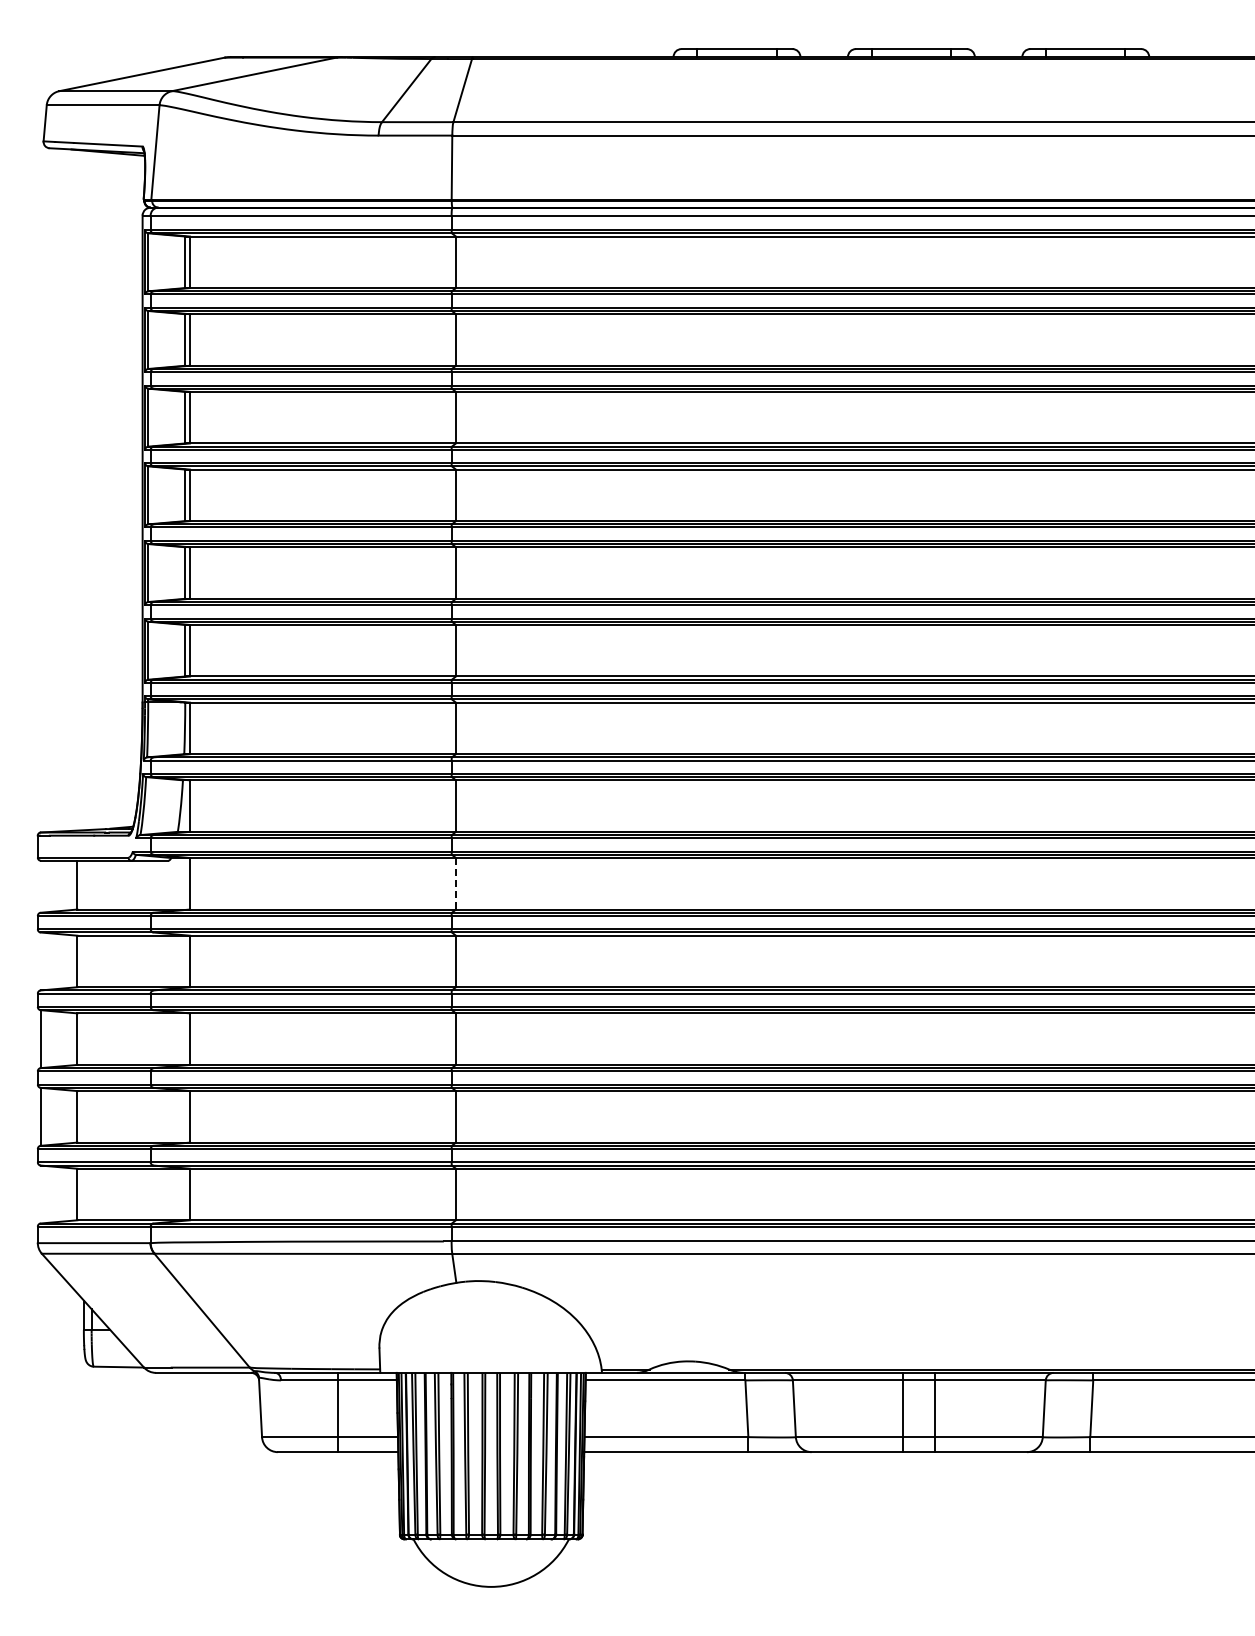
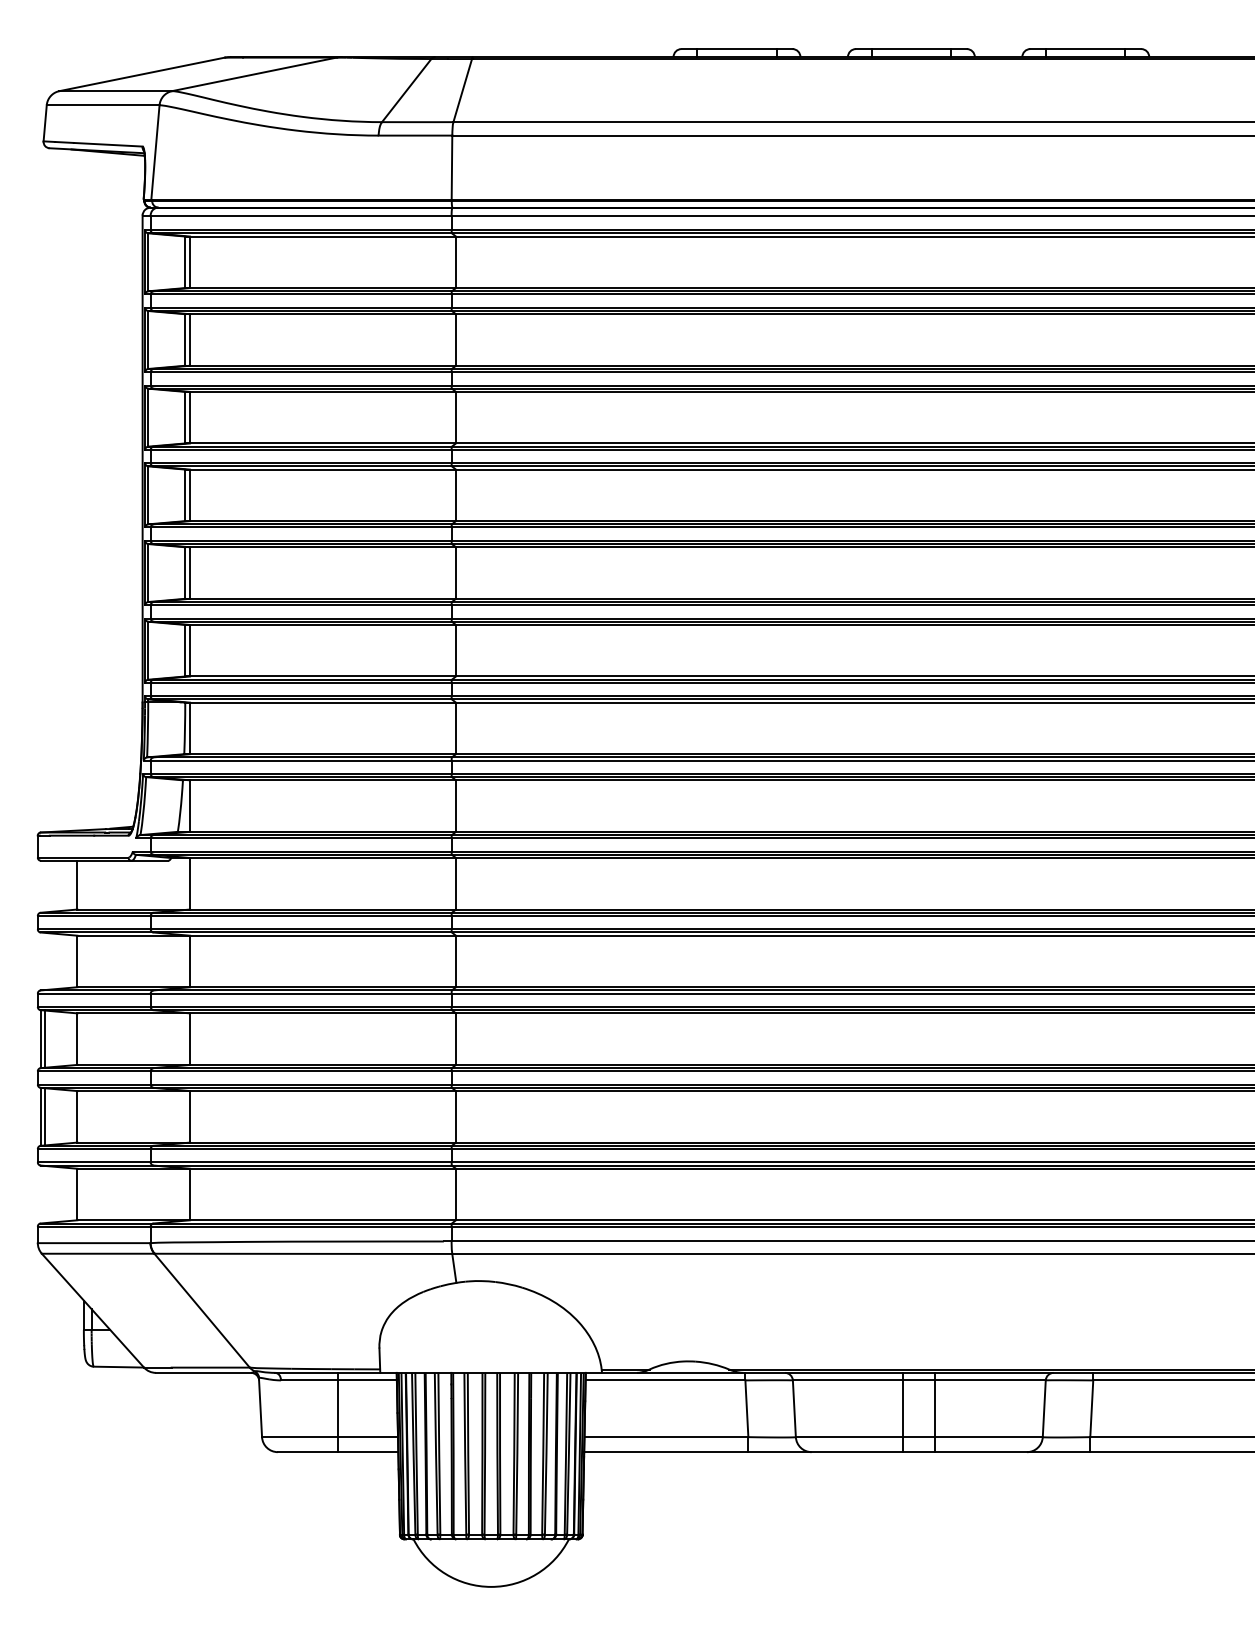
line at (455, 883): dashed -> solid
line at (44, 1039): none -> present
line at (44, 1116): none -> present
